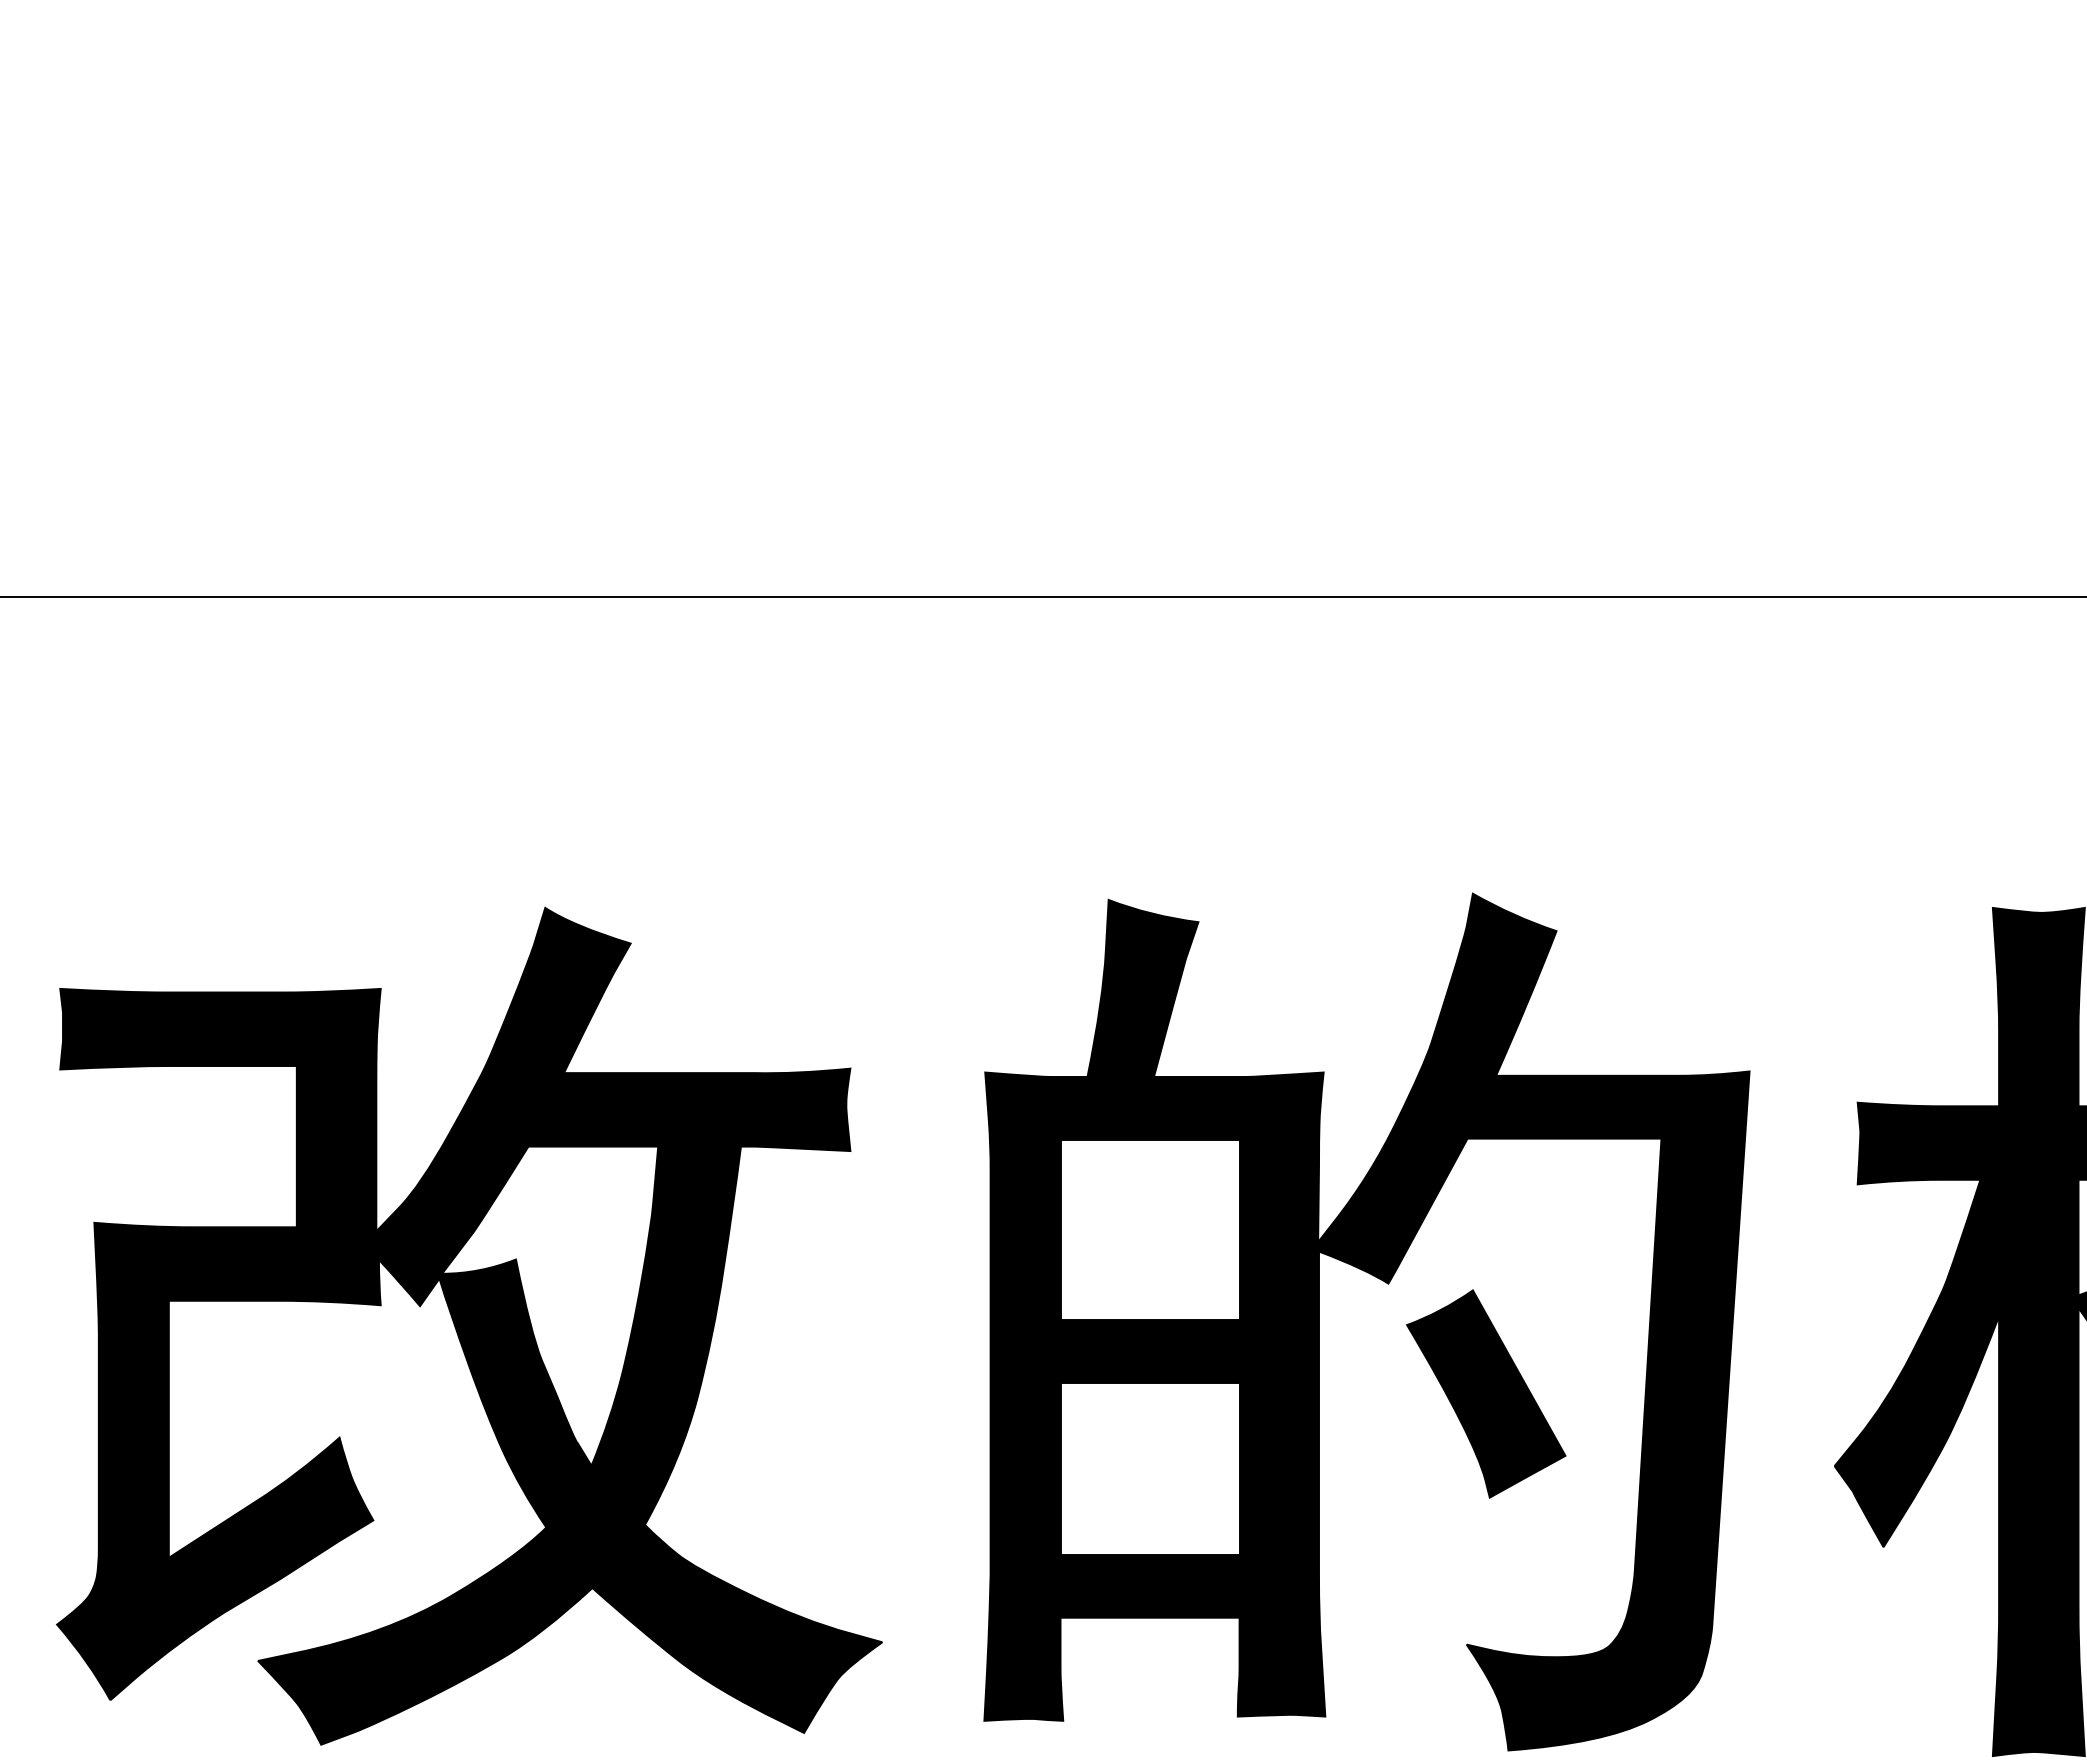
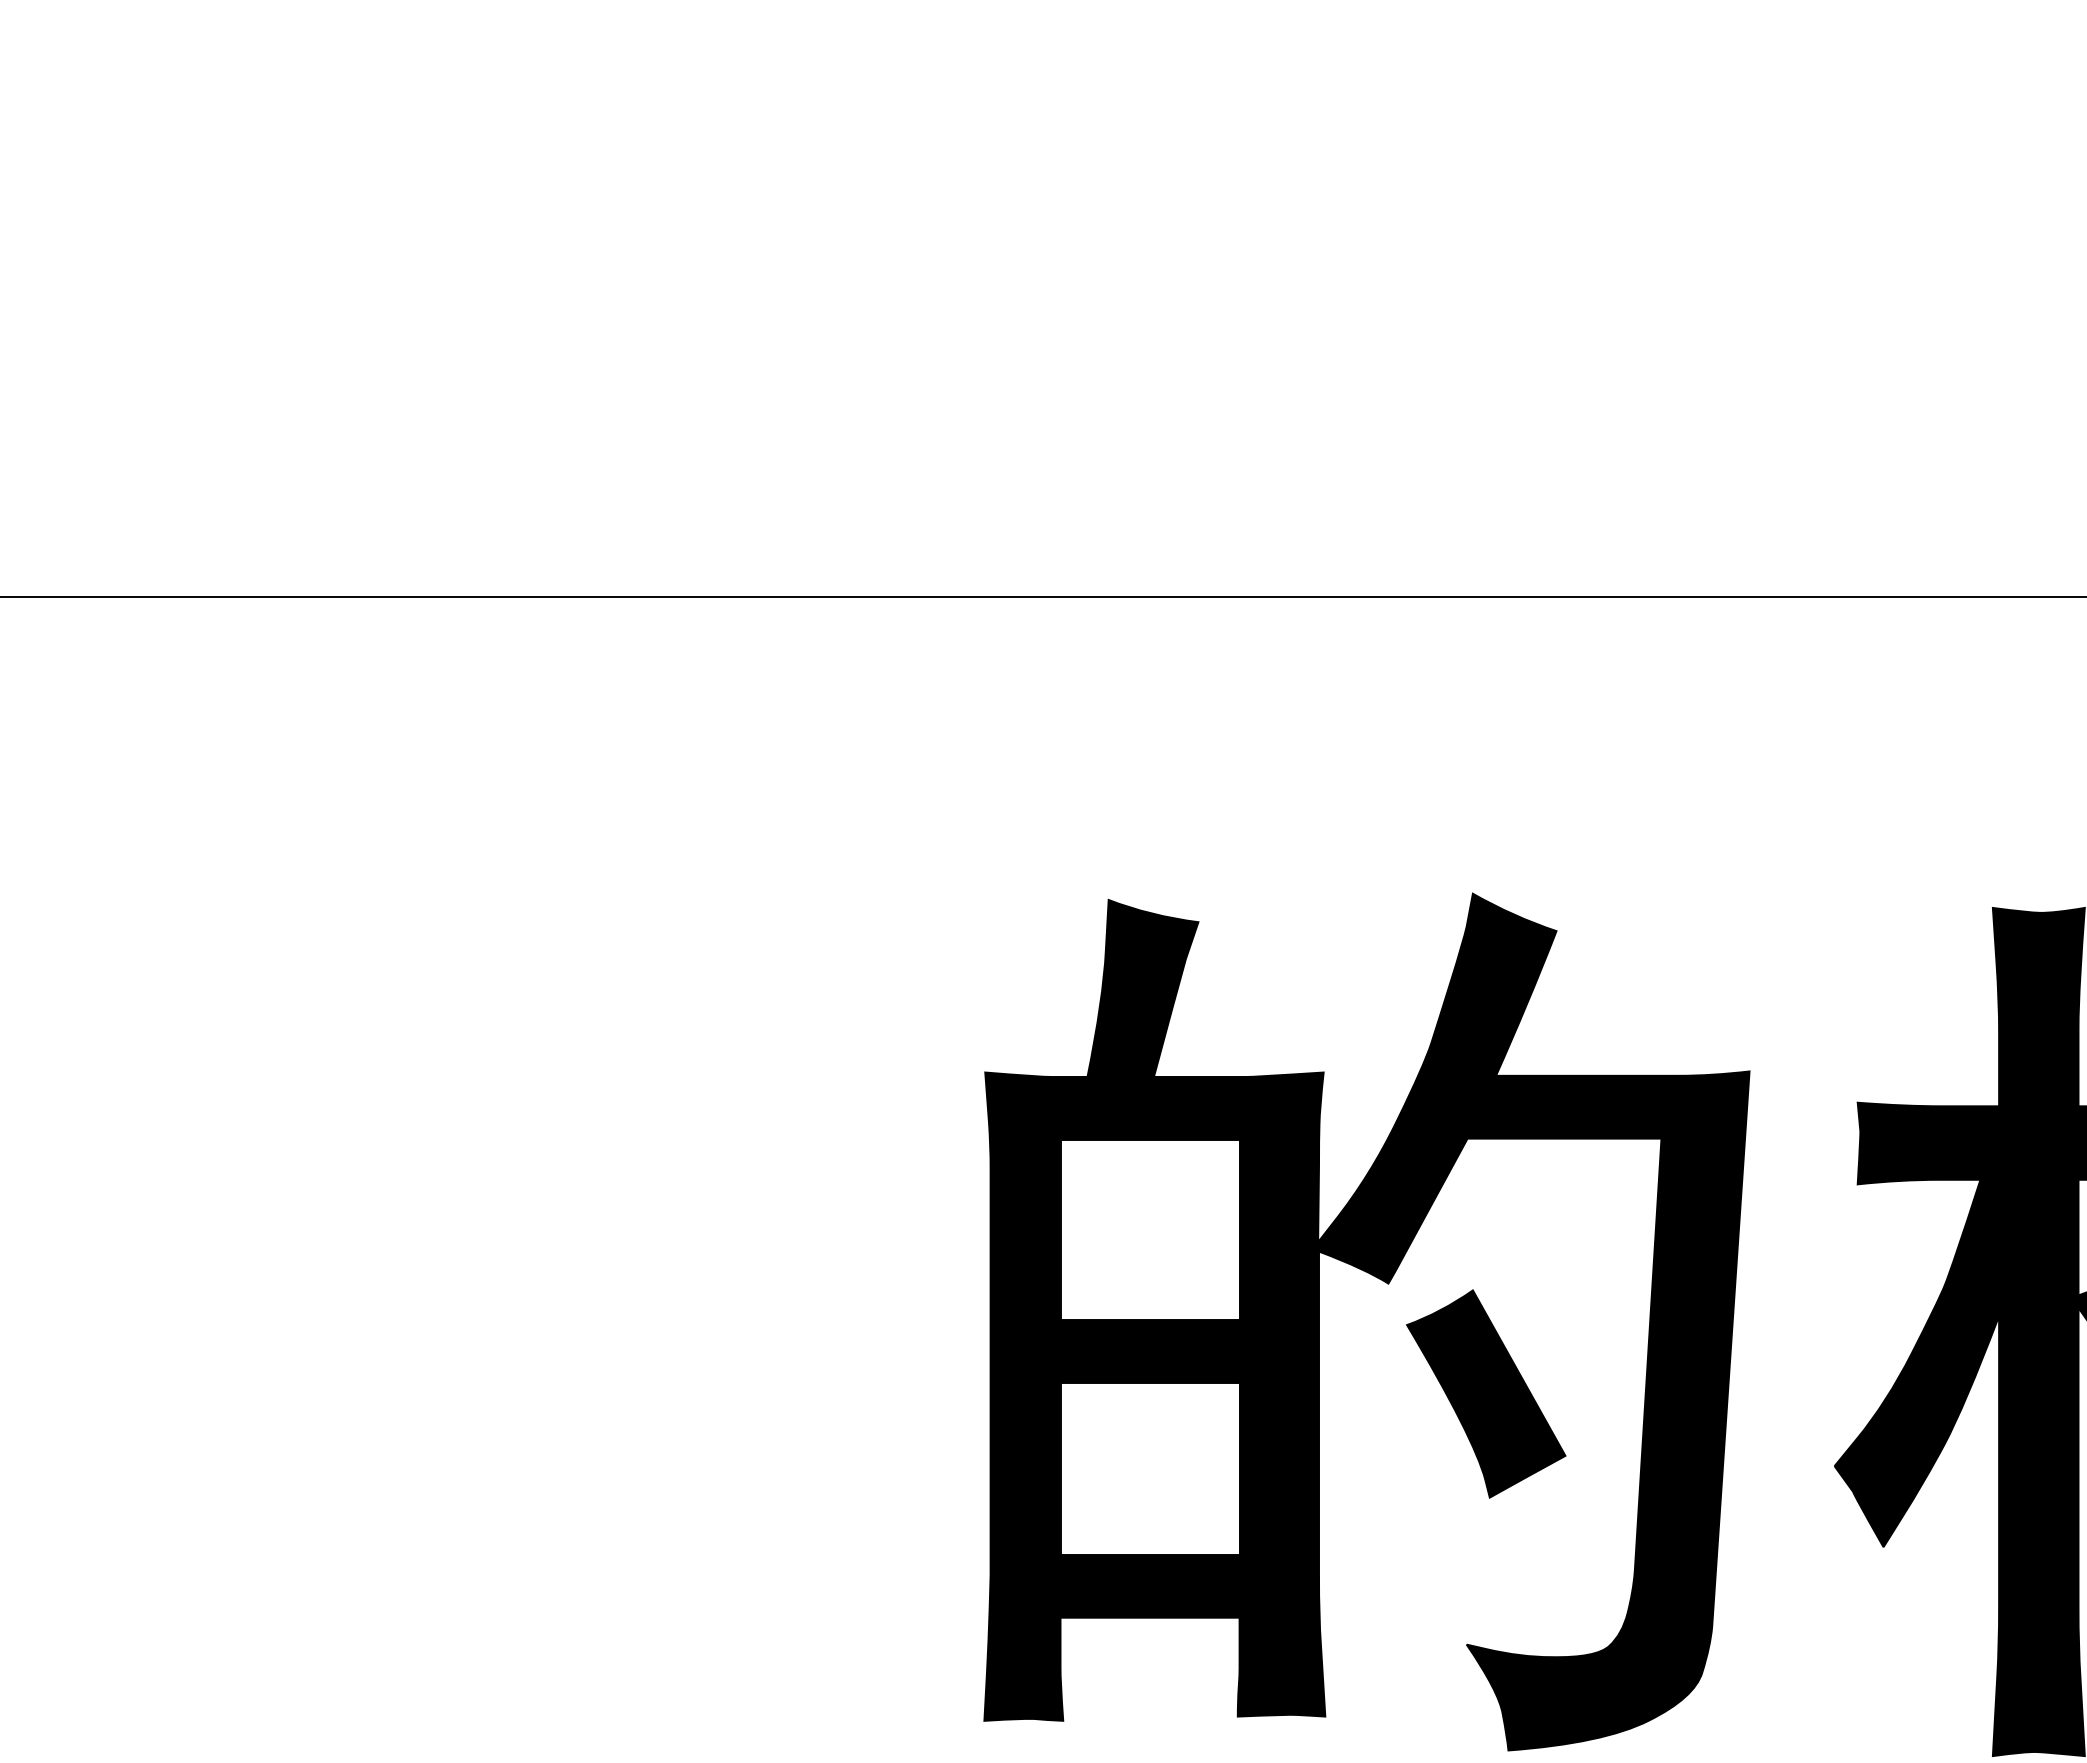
part at (469, 1325): present -> none
